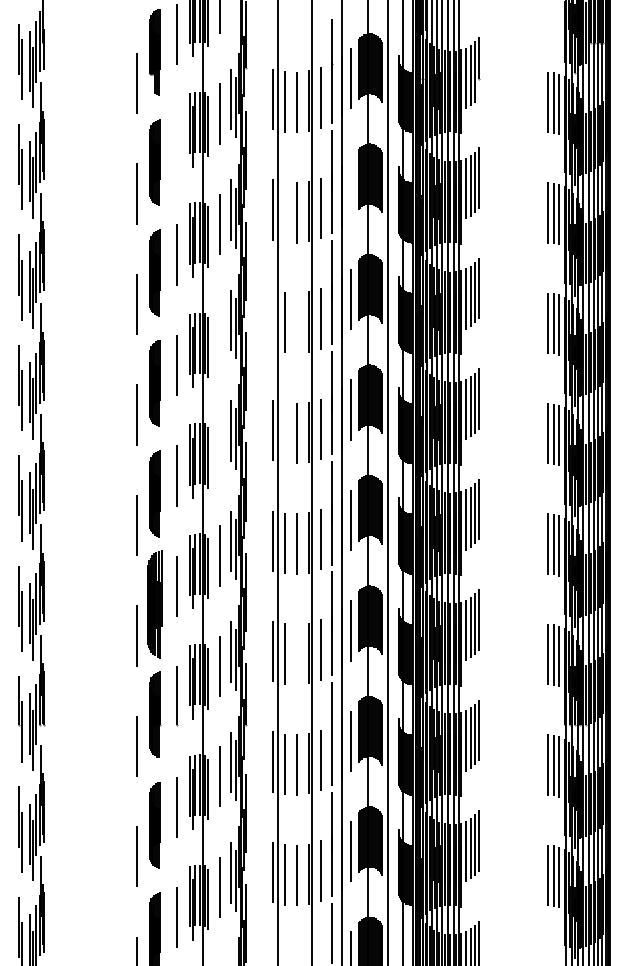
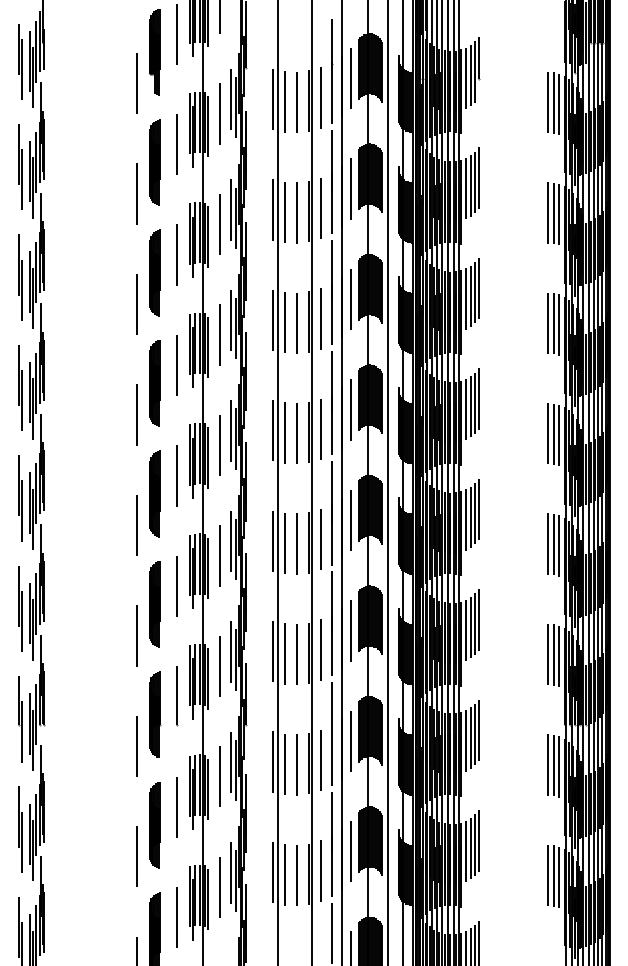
line at (177, 144): none -> present
line at (351, 188): none -> present
line at (285, 211): none -> present
line at (273, 320): none -> present
line at (297, 322): none -> present
line at (219, 334): none -> present
line at (285, 432): none -> present
line at (220, 445): none -> present
part at (154, 604) size: 16x109 px -> 12x87 px
line at (297, 654): none -> present
